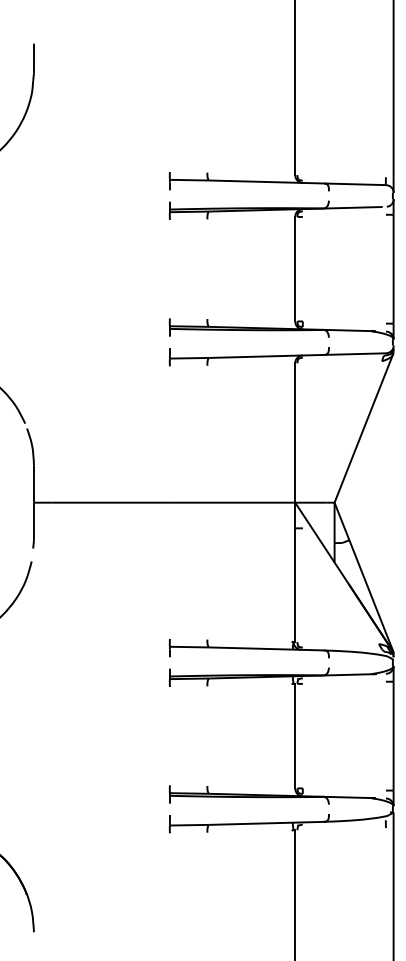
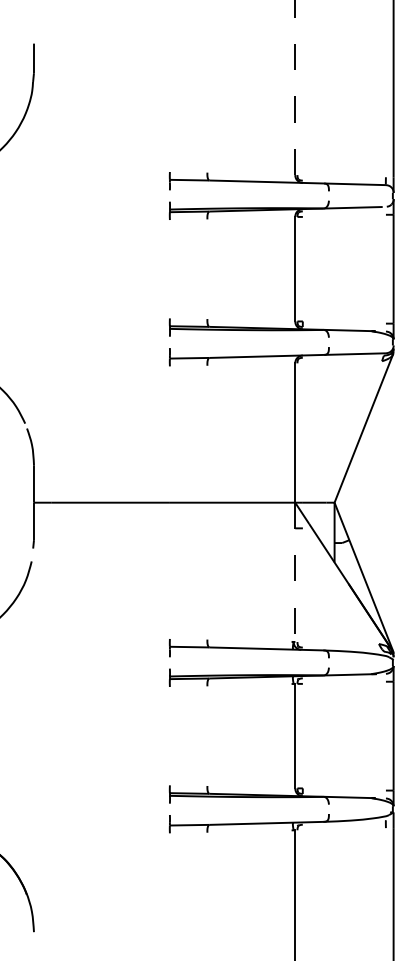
line at (295, 87): solid -> dashed
line at (295, 572): solid -> dashed
